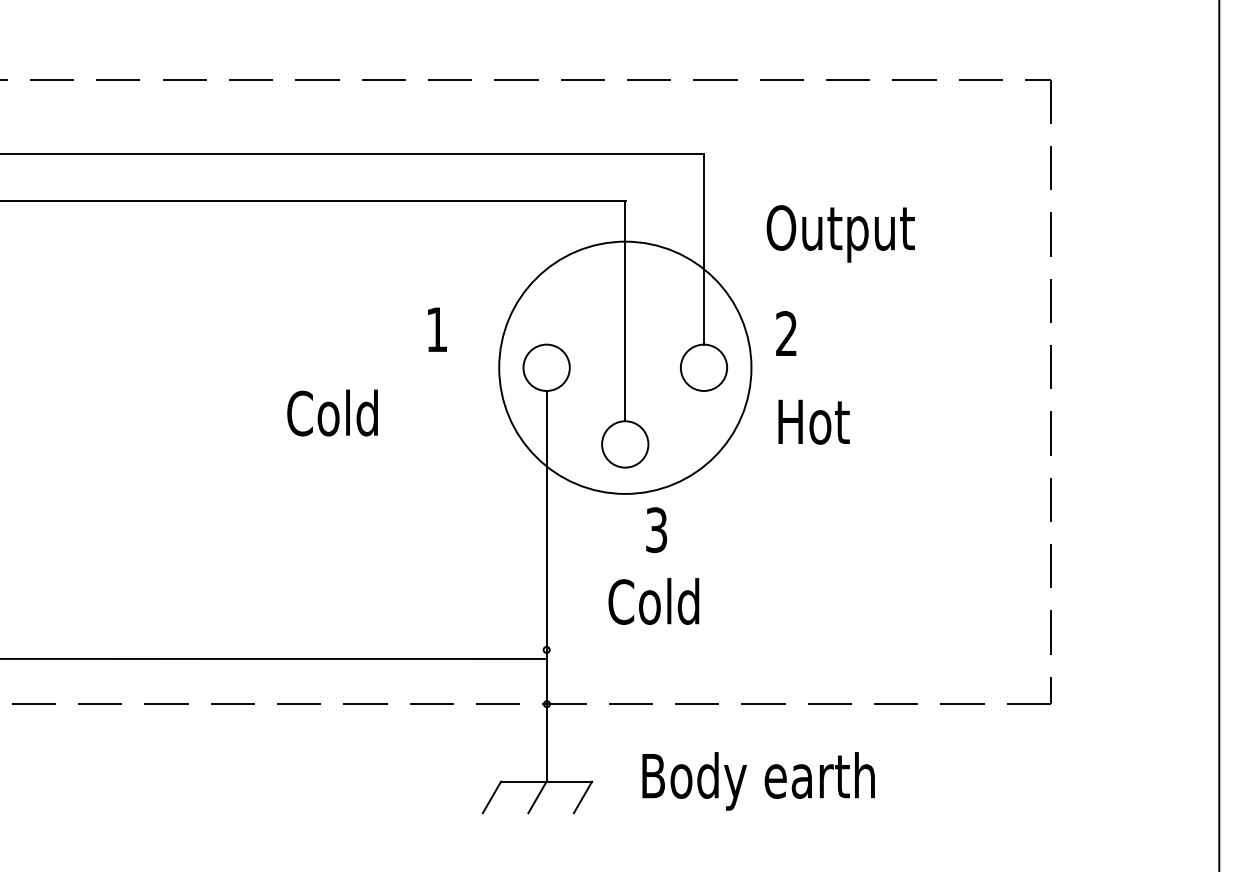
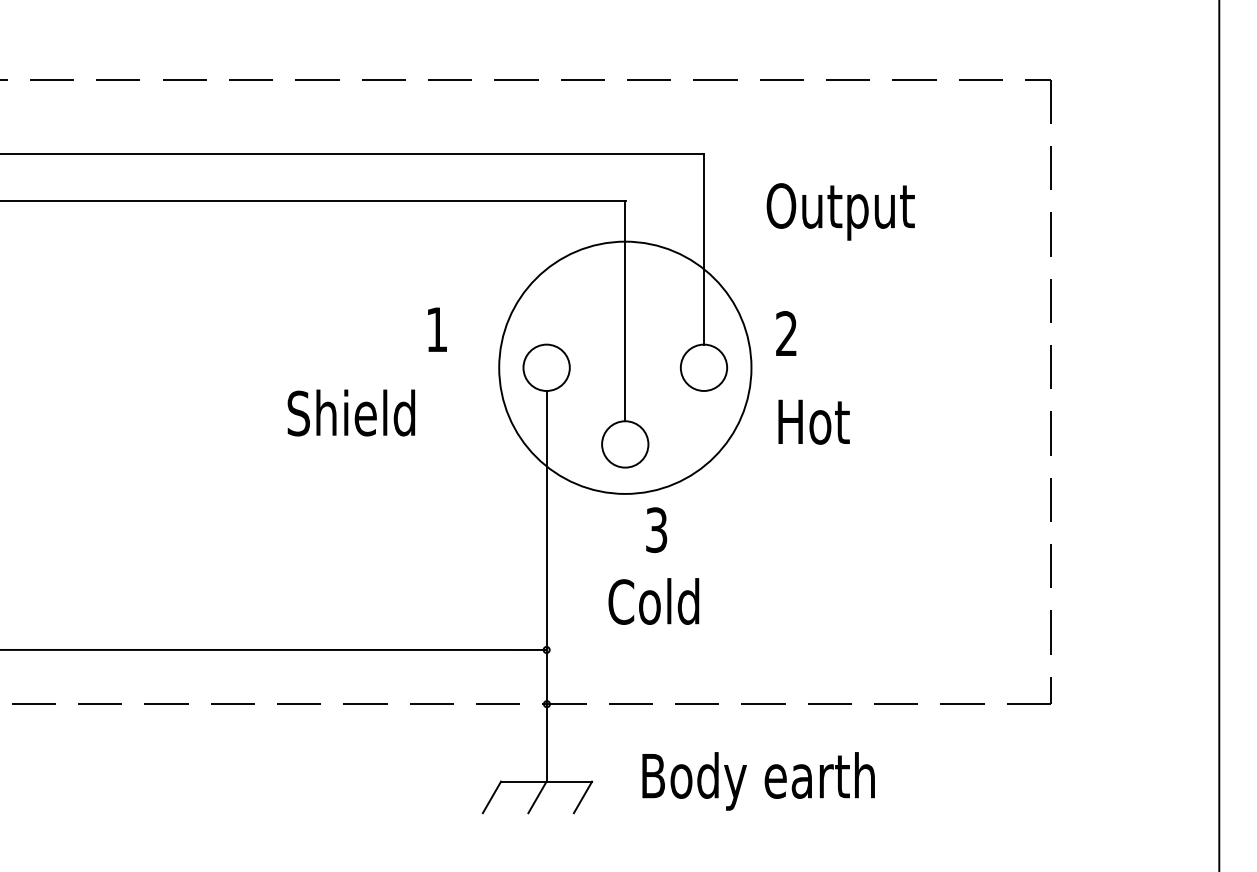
text at (840, 233) position: (840, 233) -> (840, 211)
text at (351, 412): Cold -> Shield
line at (274, 658) position: (274, 658) -> (274, 649)
